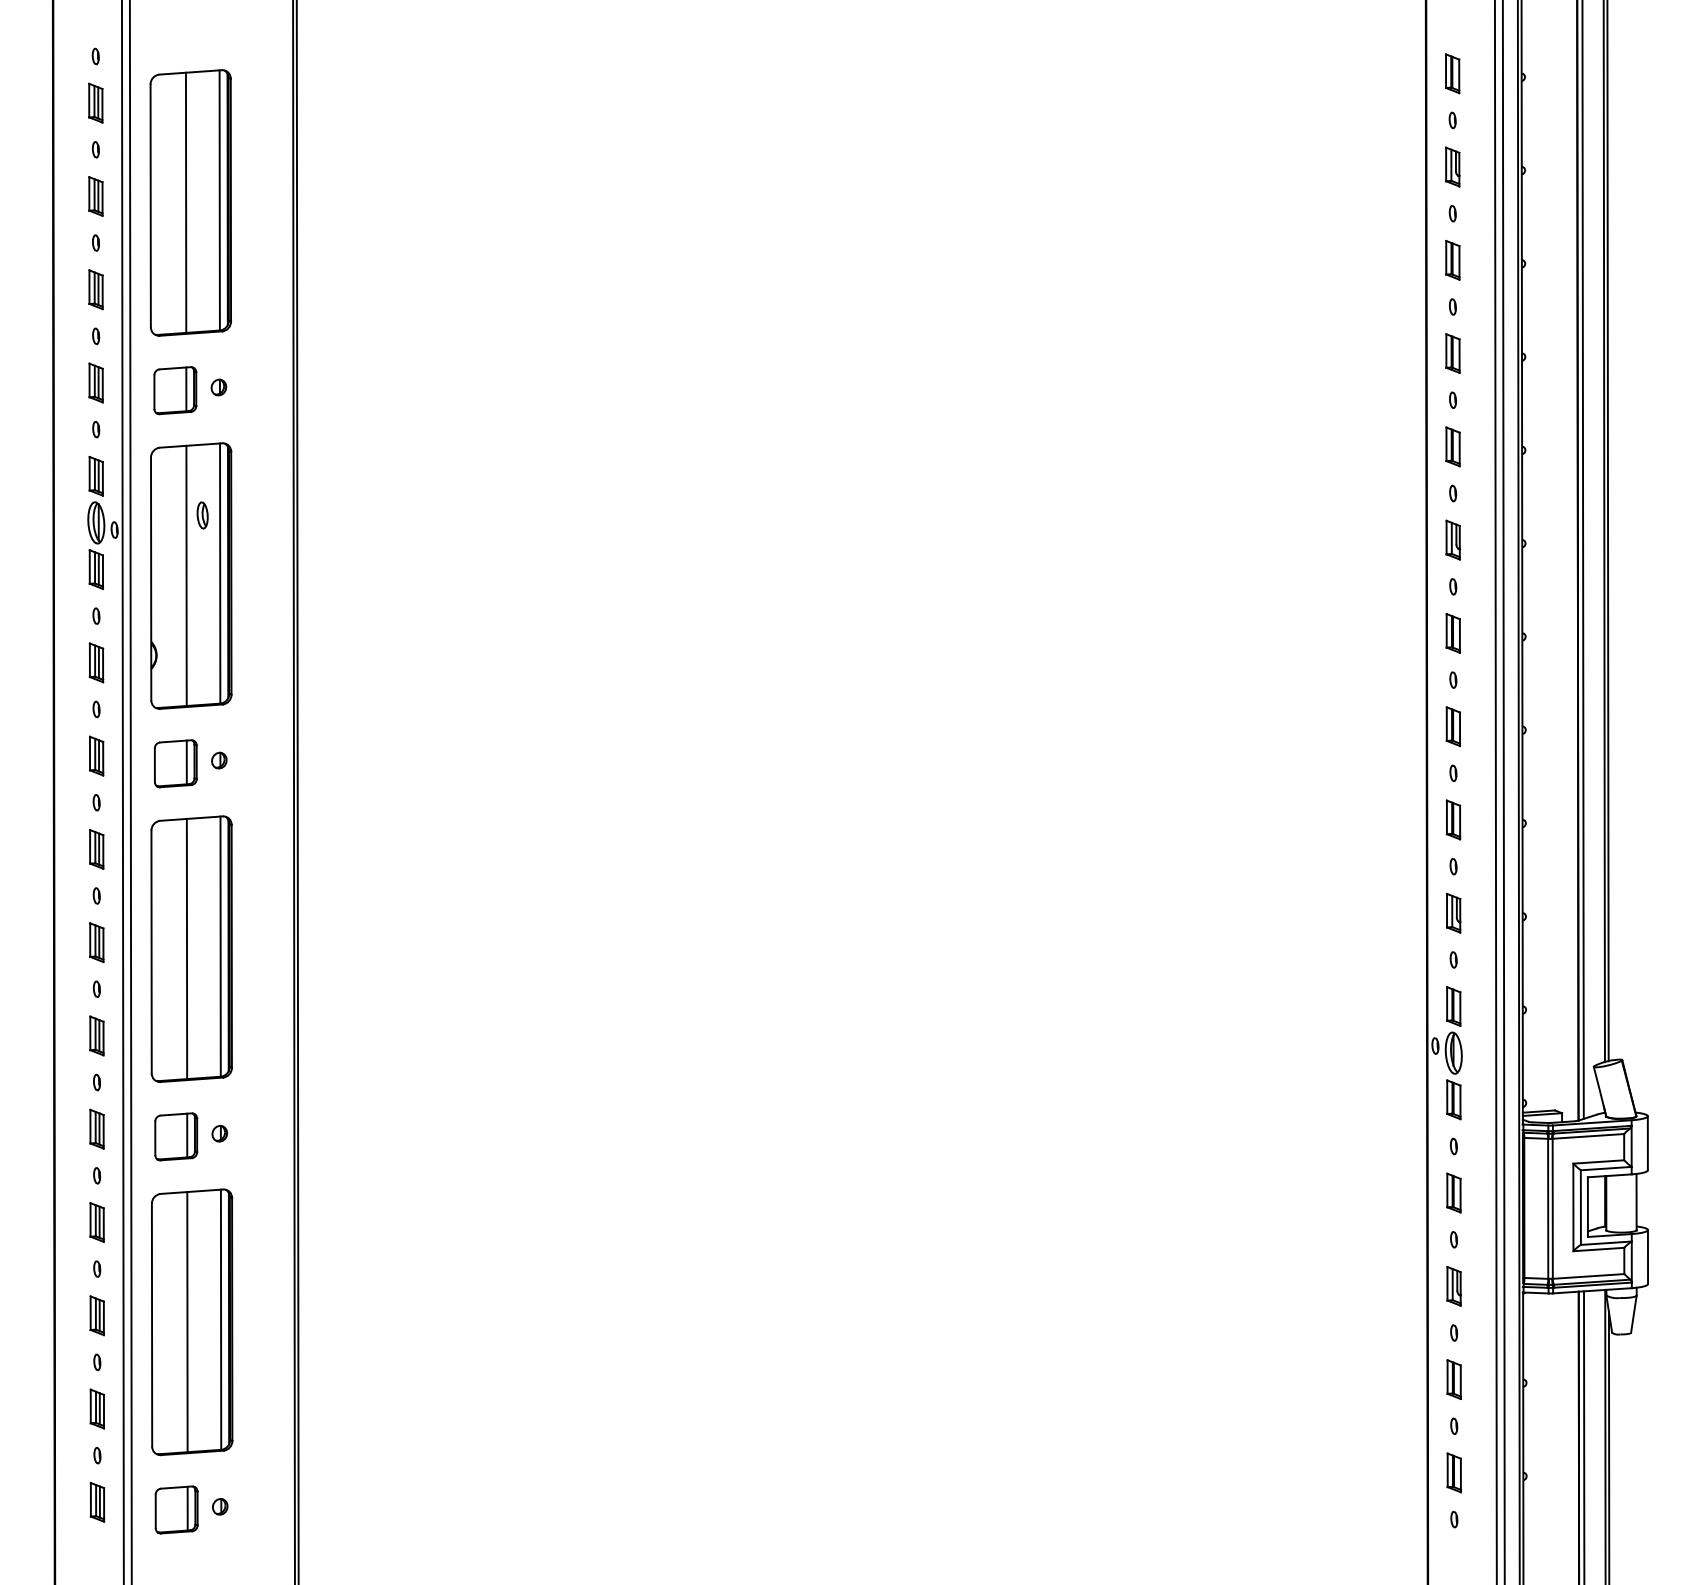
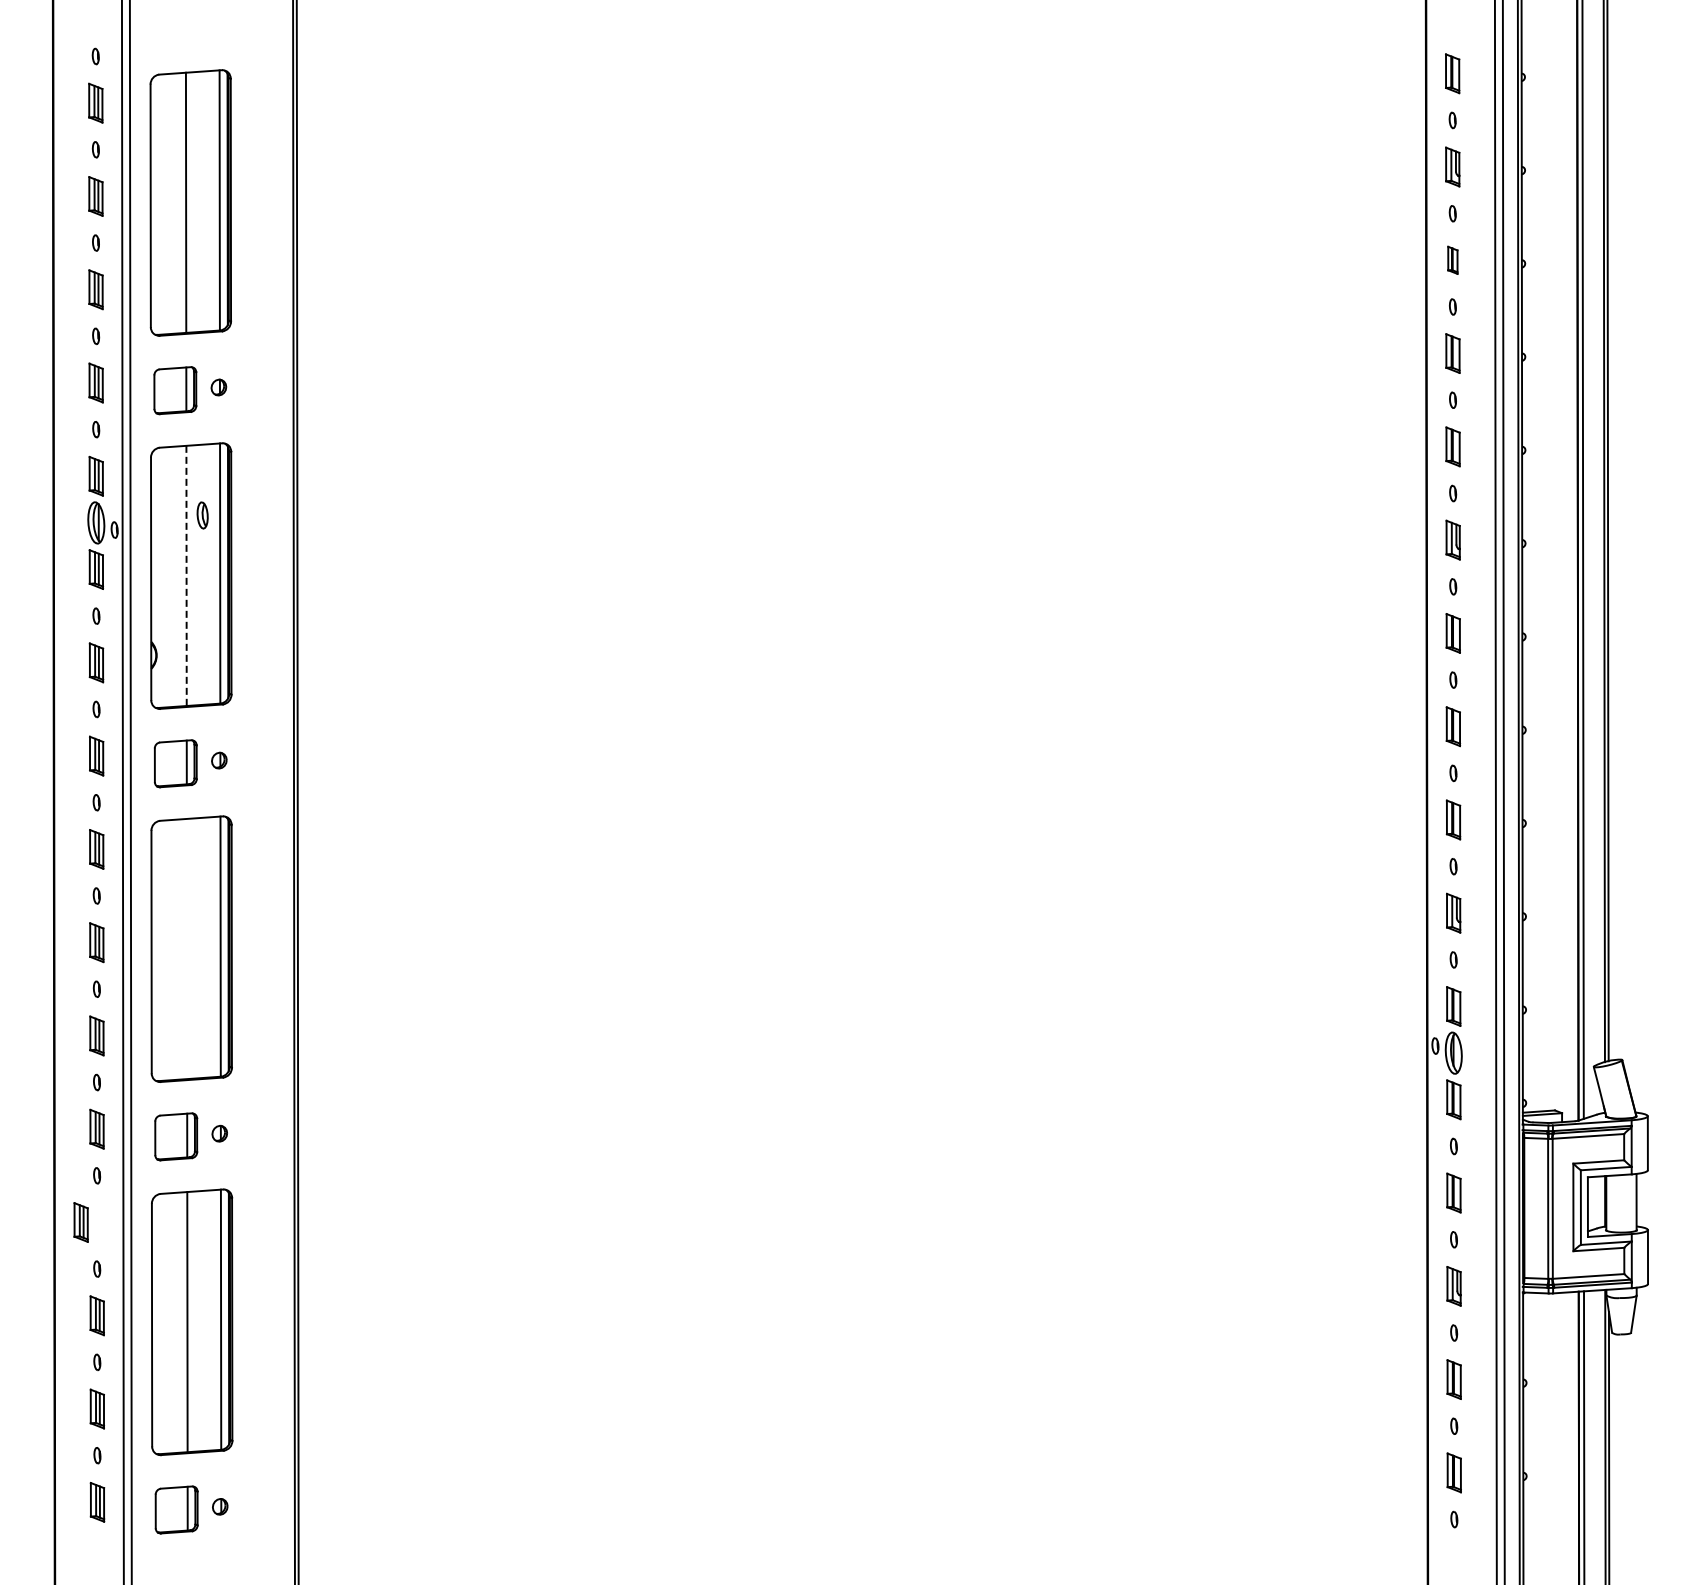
part at (1452, 260) size: 16x41 px -> 12x30 px
line at (186, 576): solid -> dashed
line at (186, 948): present -> none
part at (96, 1222) position: (96, 1222) -> (80, 1222)
